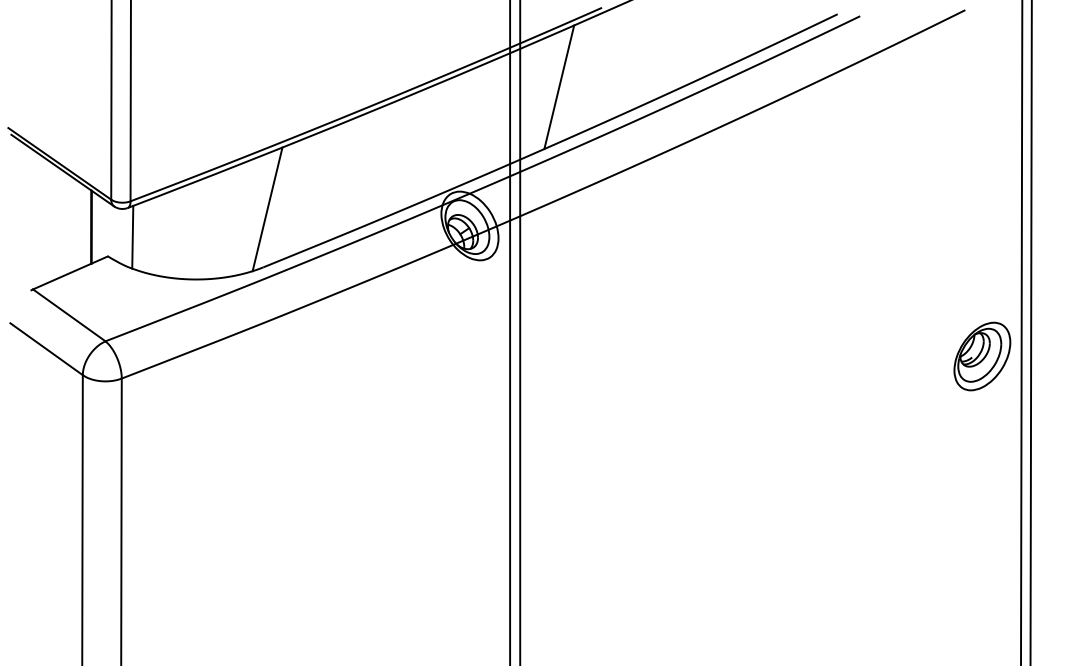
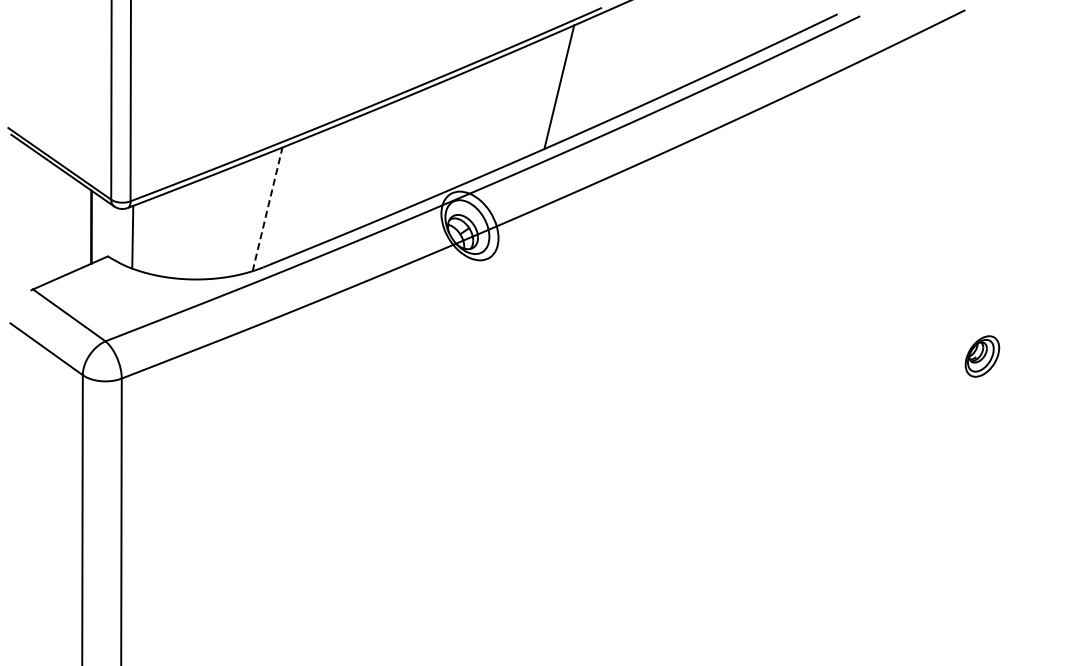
line at (267, 209): solid -> dashed
line at (510, 332): present -> none
line at (520, 332): present -> none
line at (1021, 332): present -> none
line at (1030, 332): present -> none
part at (982, 356) size: 59x71 px -> 37x43 px
